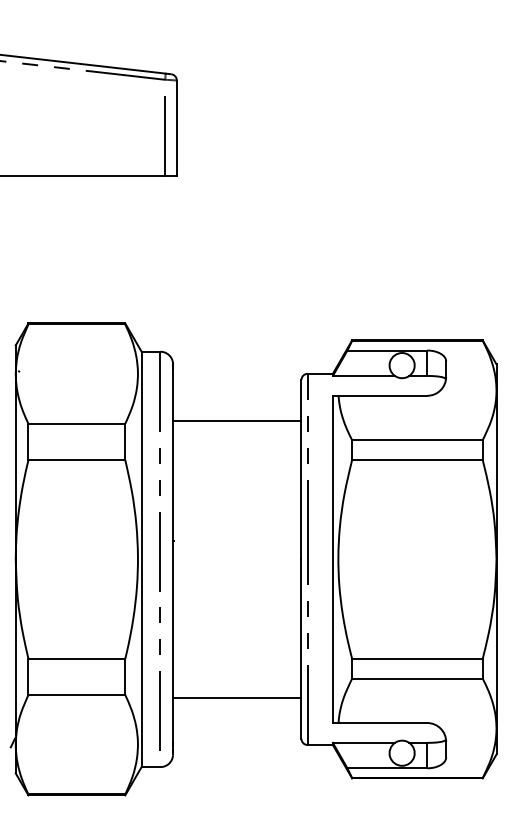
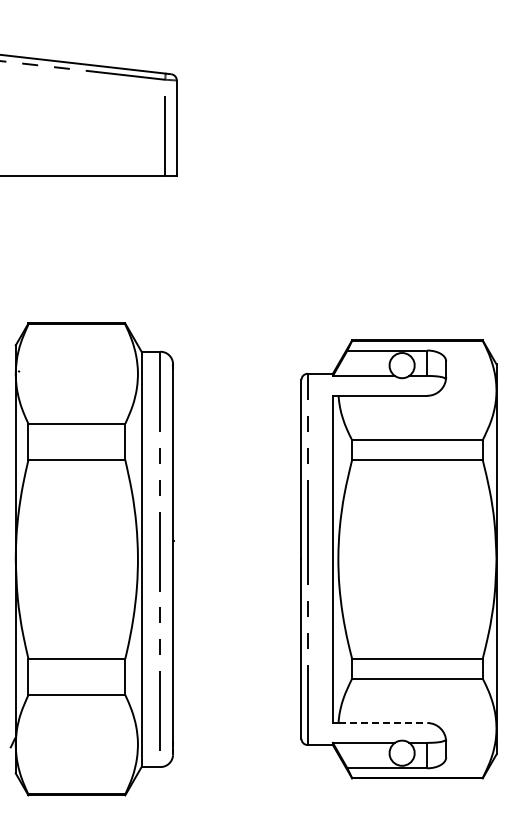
line at (237, 420): present -> none
line at (237, 697): present -> none
line at (383, 723): solid -> dashed
